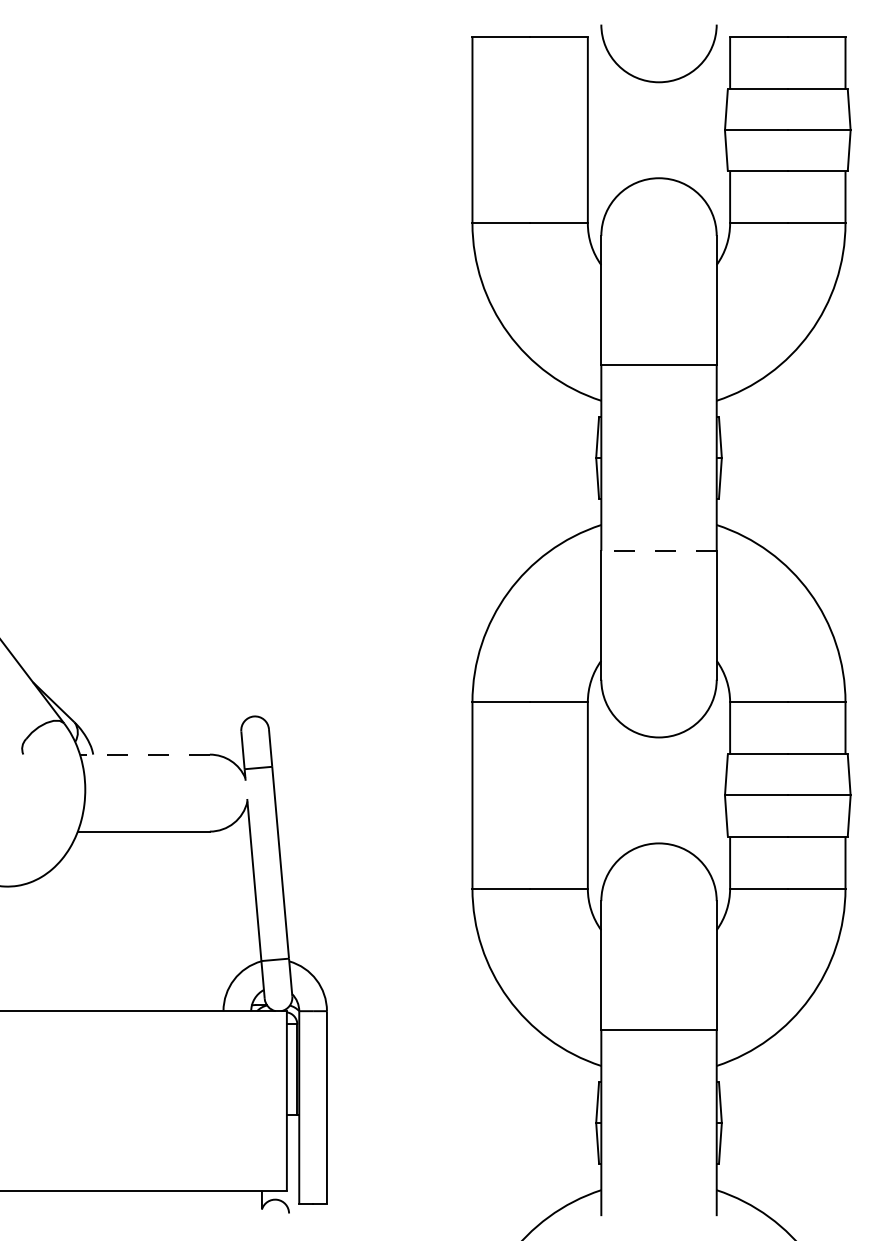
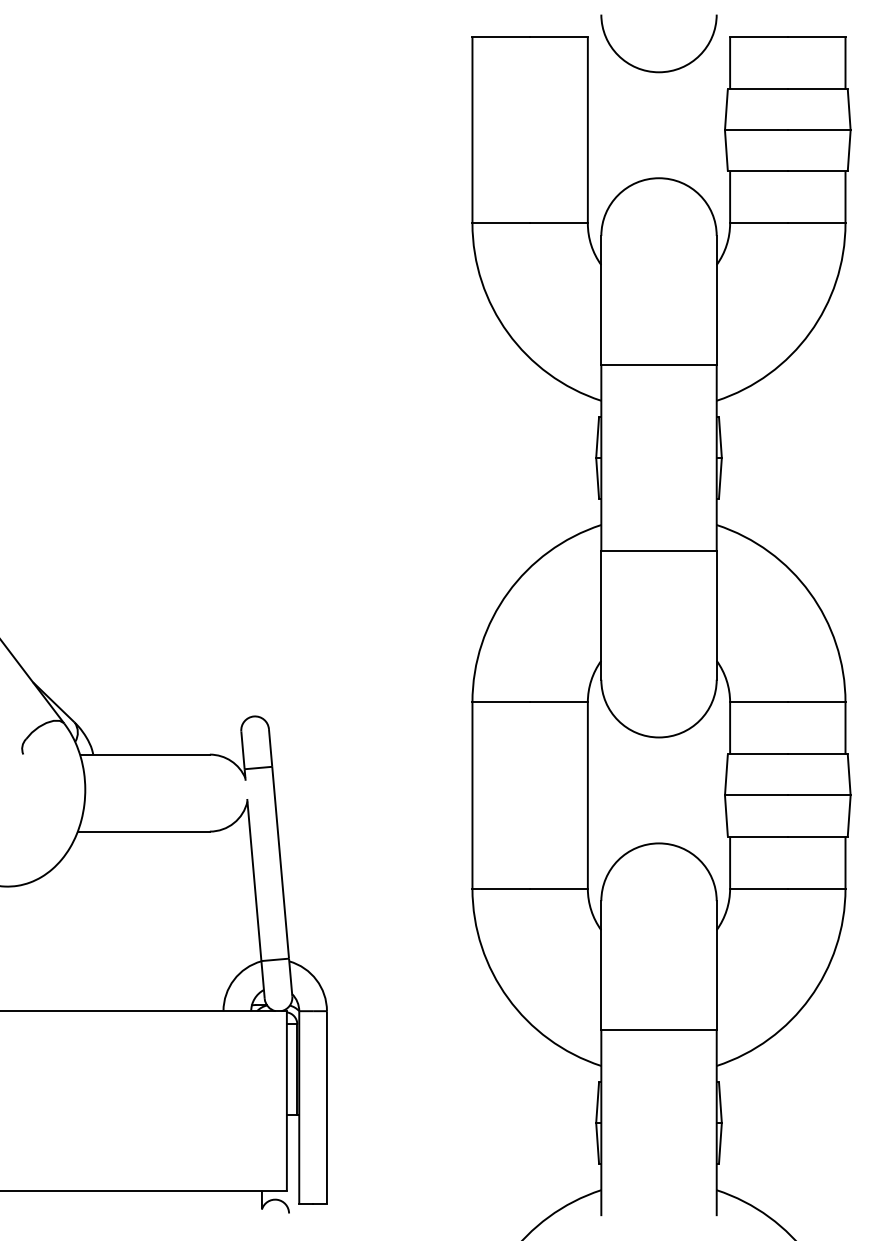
arc at (651, 80) position: (651, 80) -> (651, 70)
line at (659, 550): dashed -> solid
line at (145, 754): dashed -> solid
